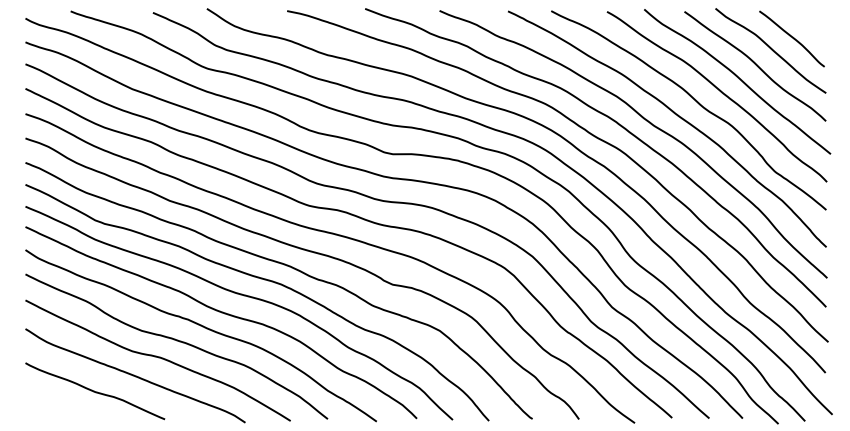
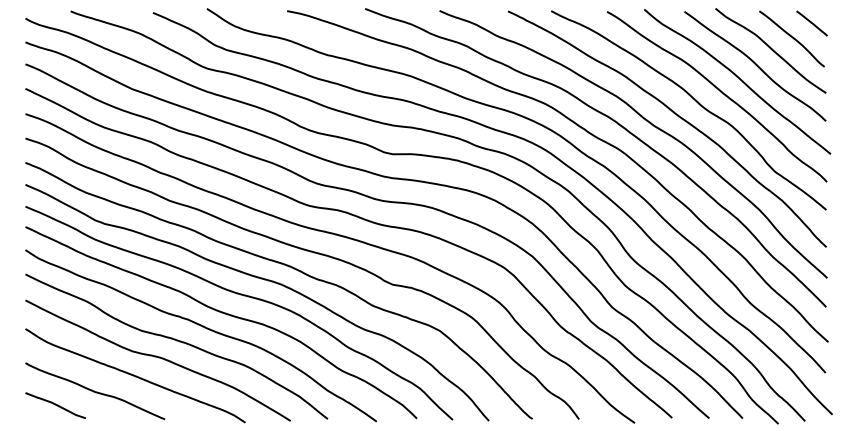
line at (811, 23): none -> present
curve at (55, 405): none -> present
